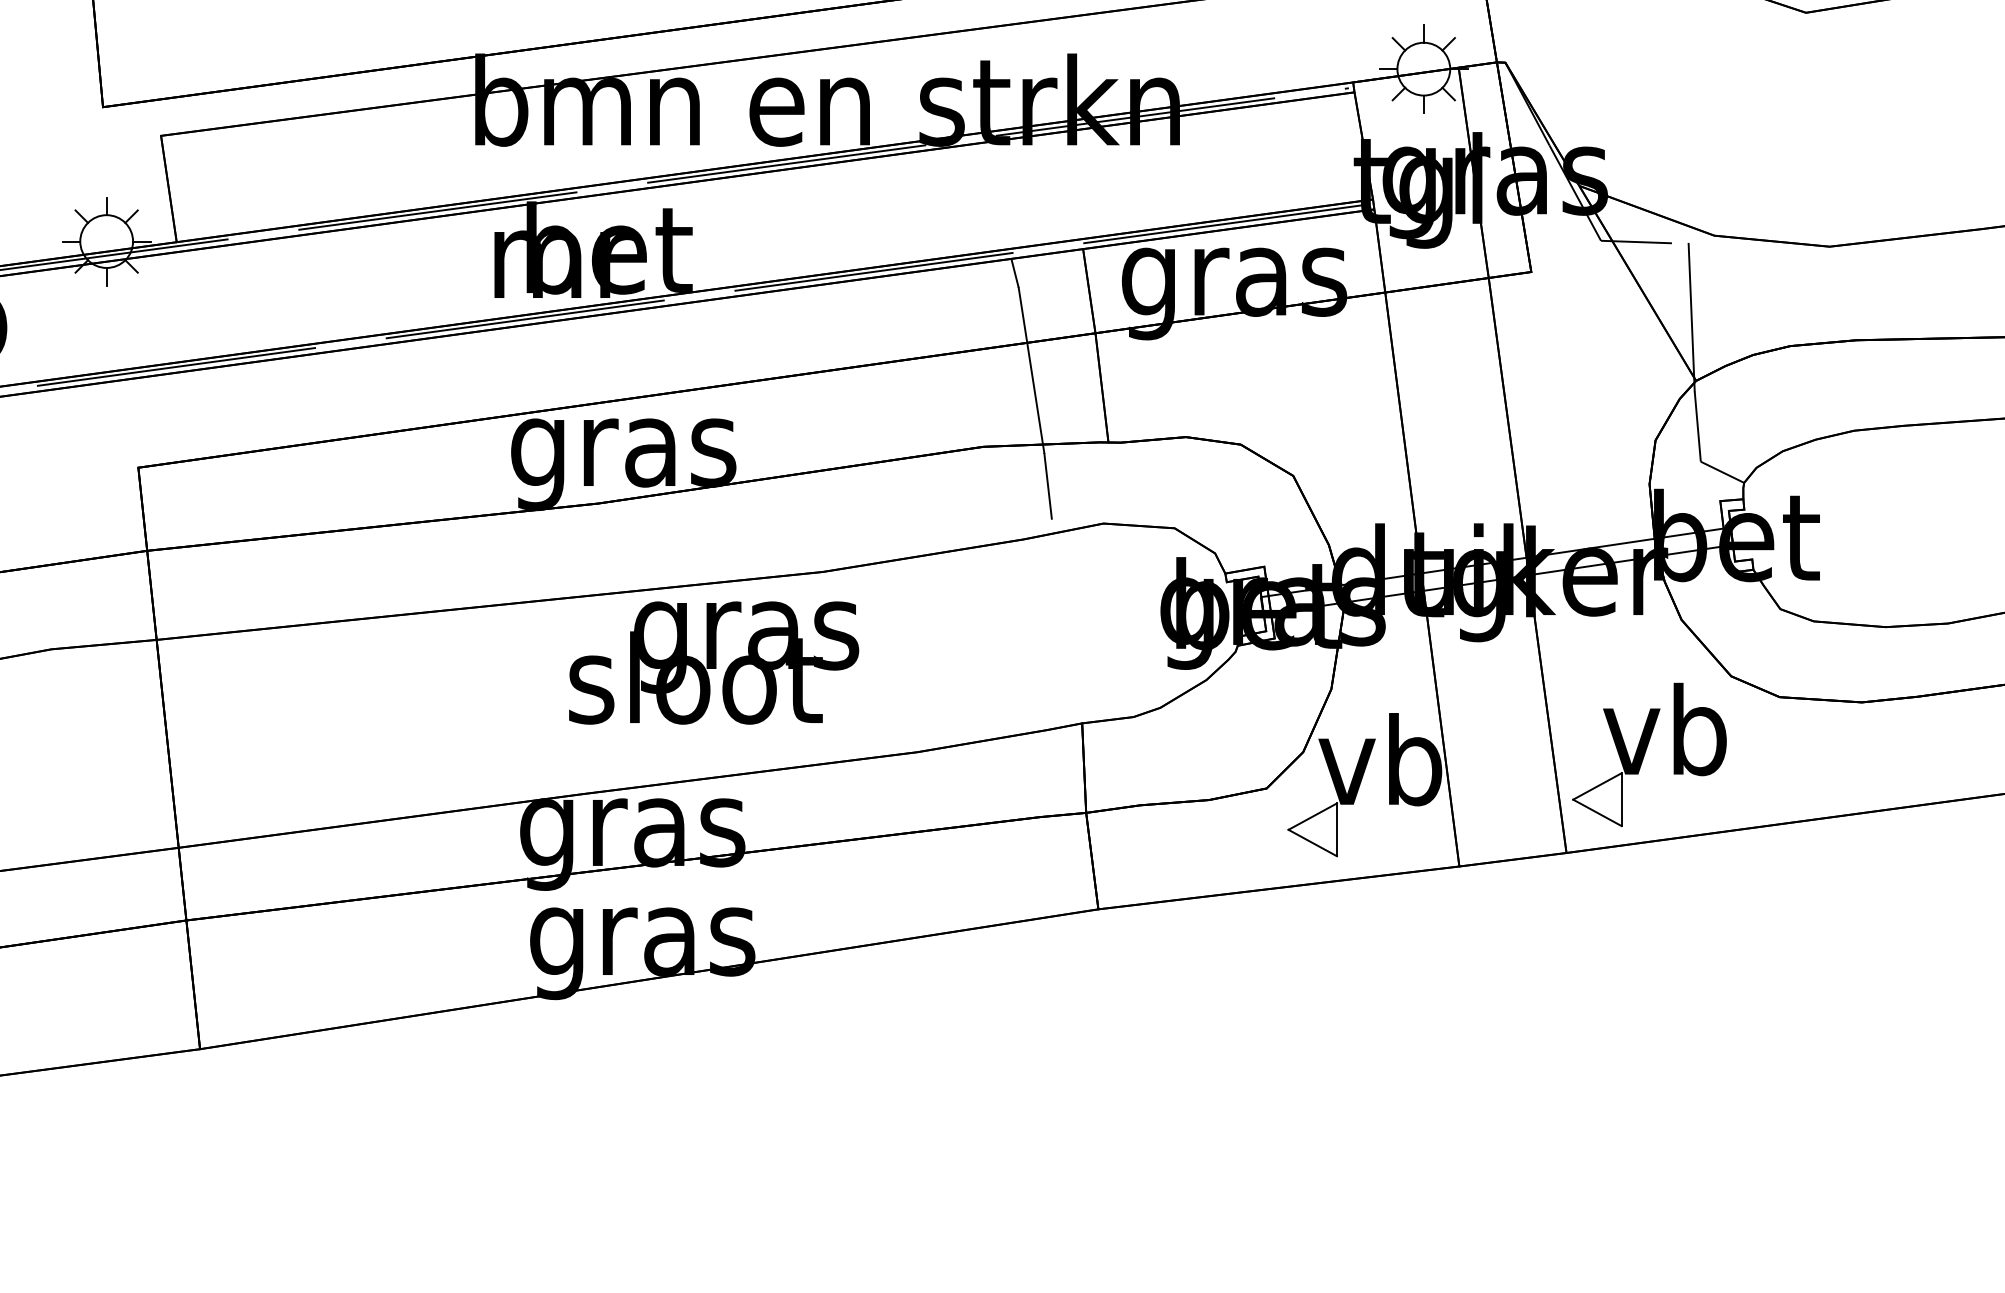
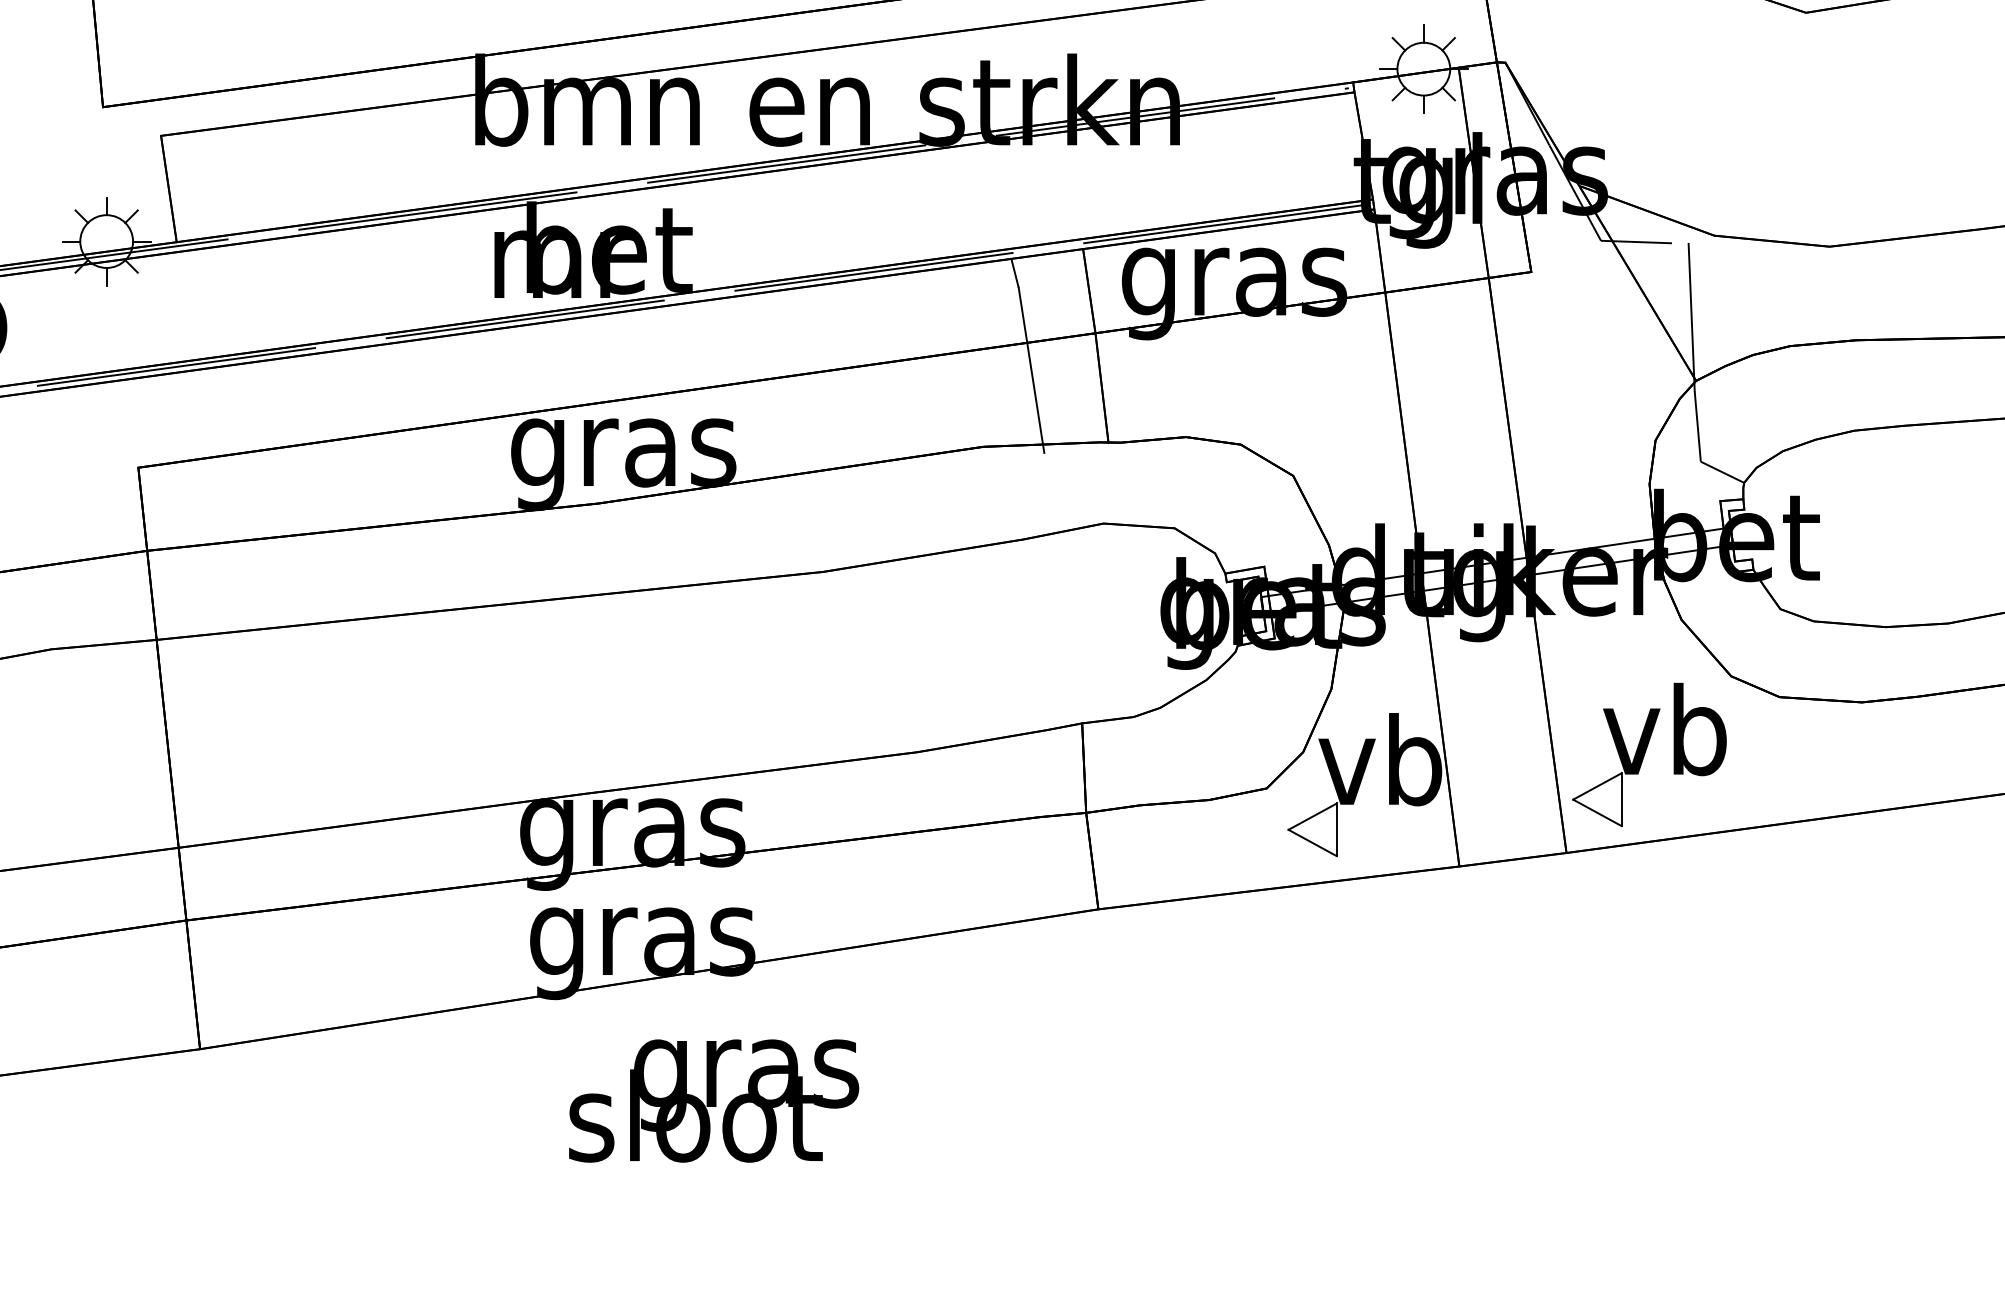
line at (1047, 485): present -> none
text at (714, 662) position: (714, 662) -> (714, 1100)
